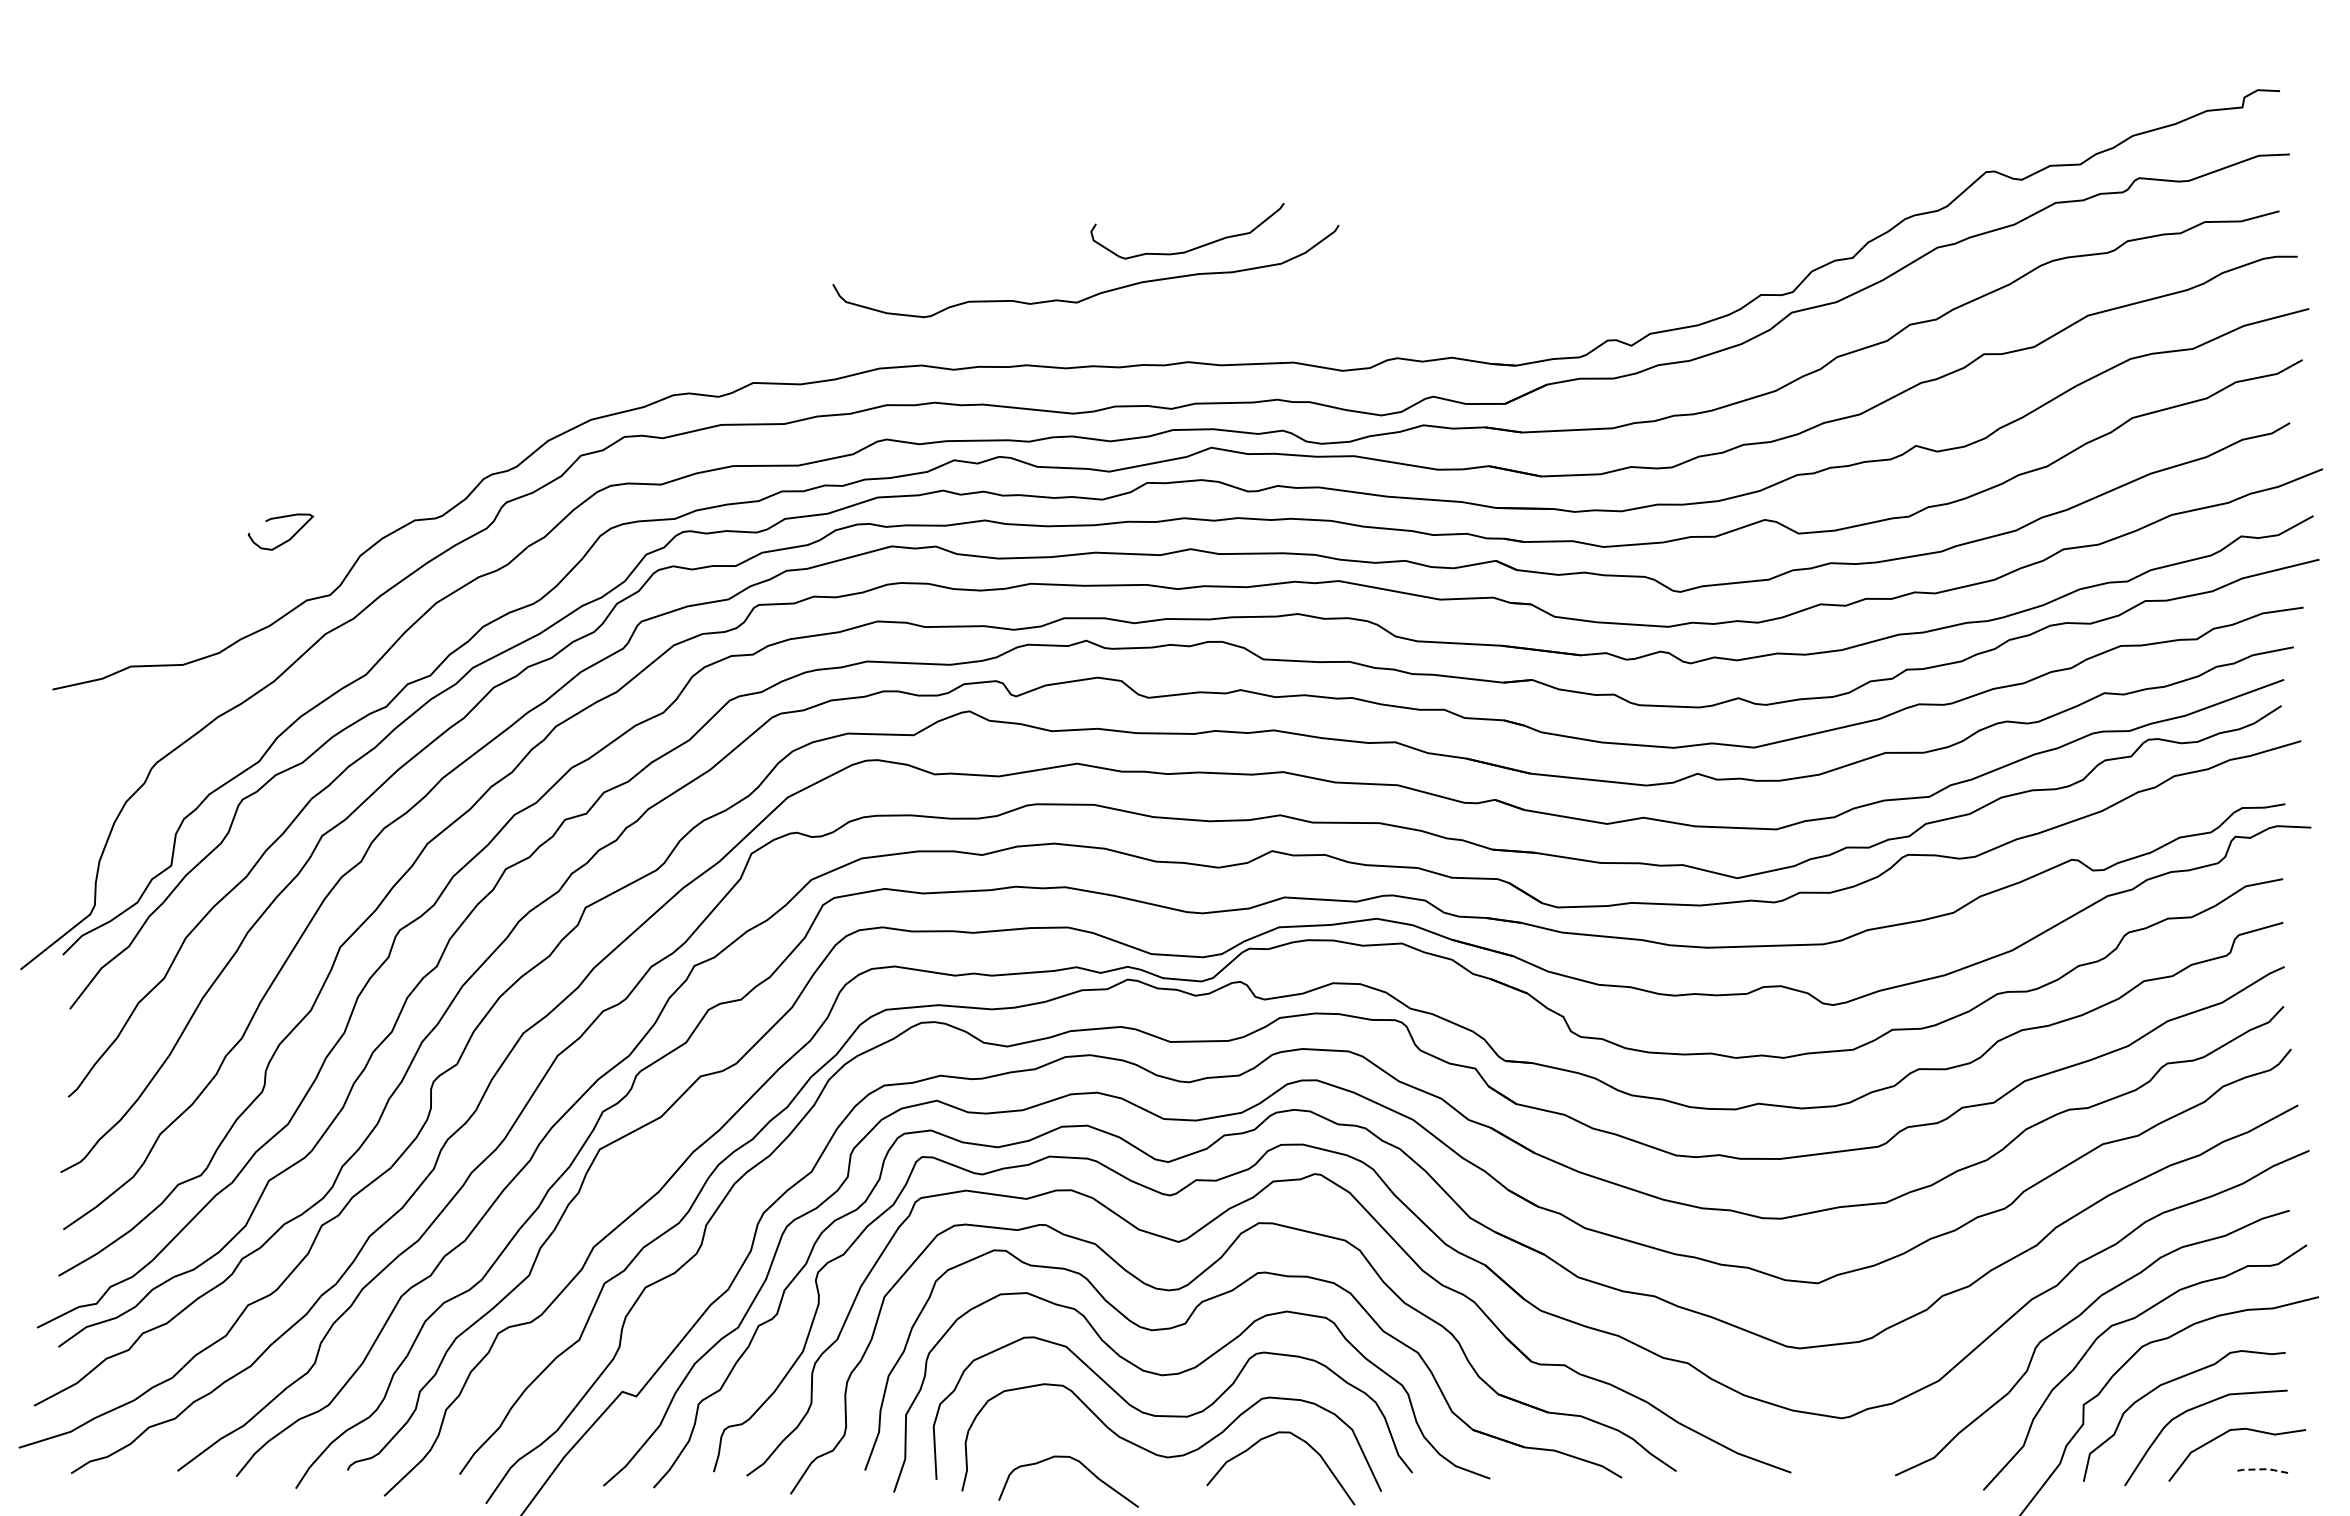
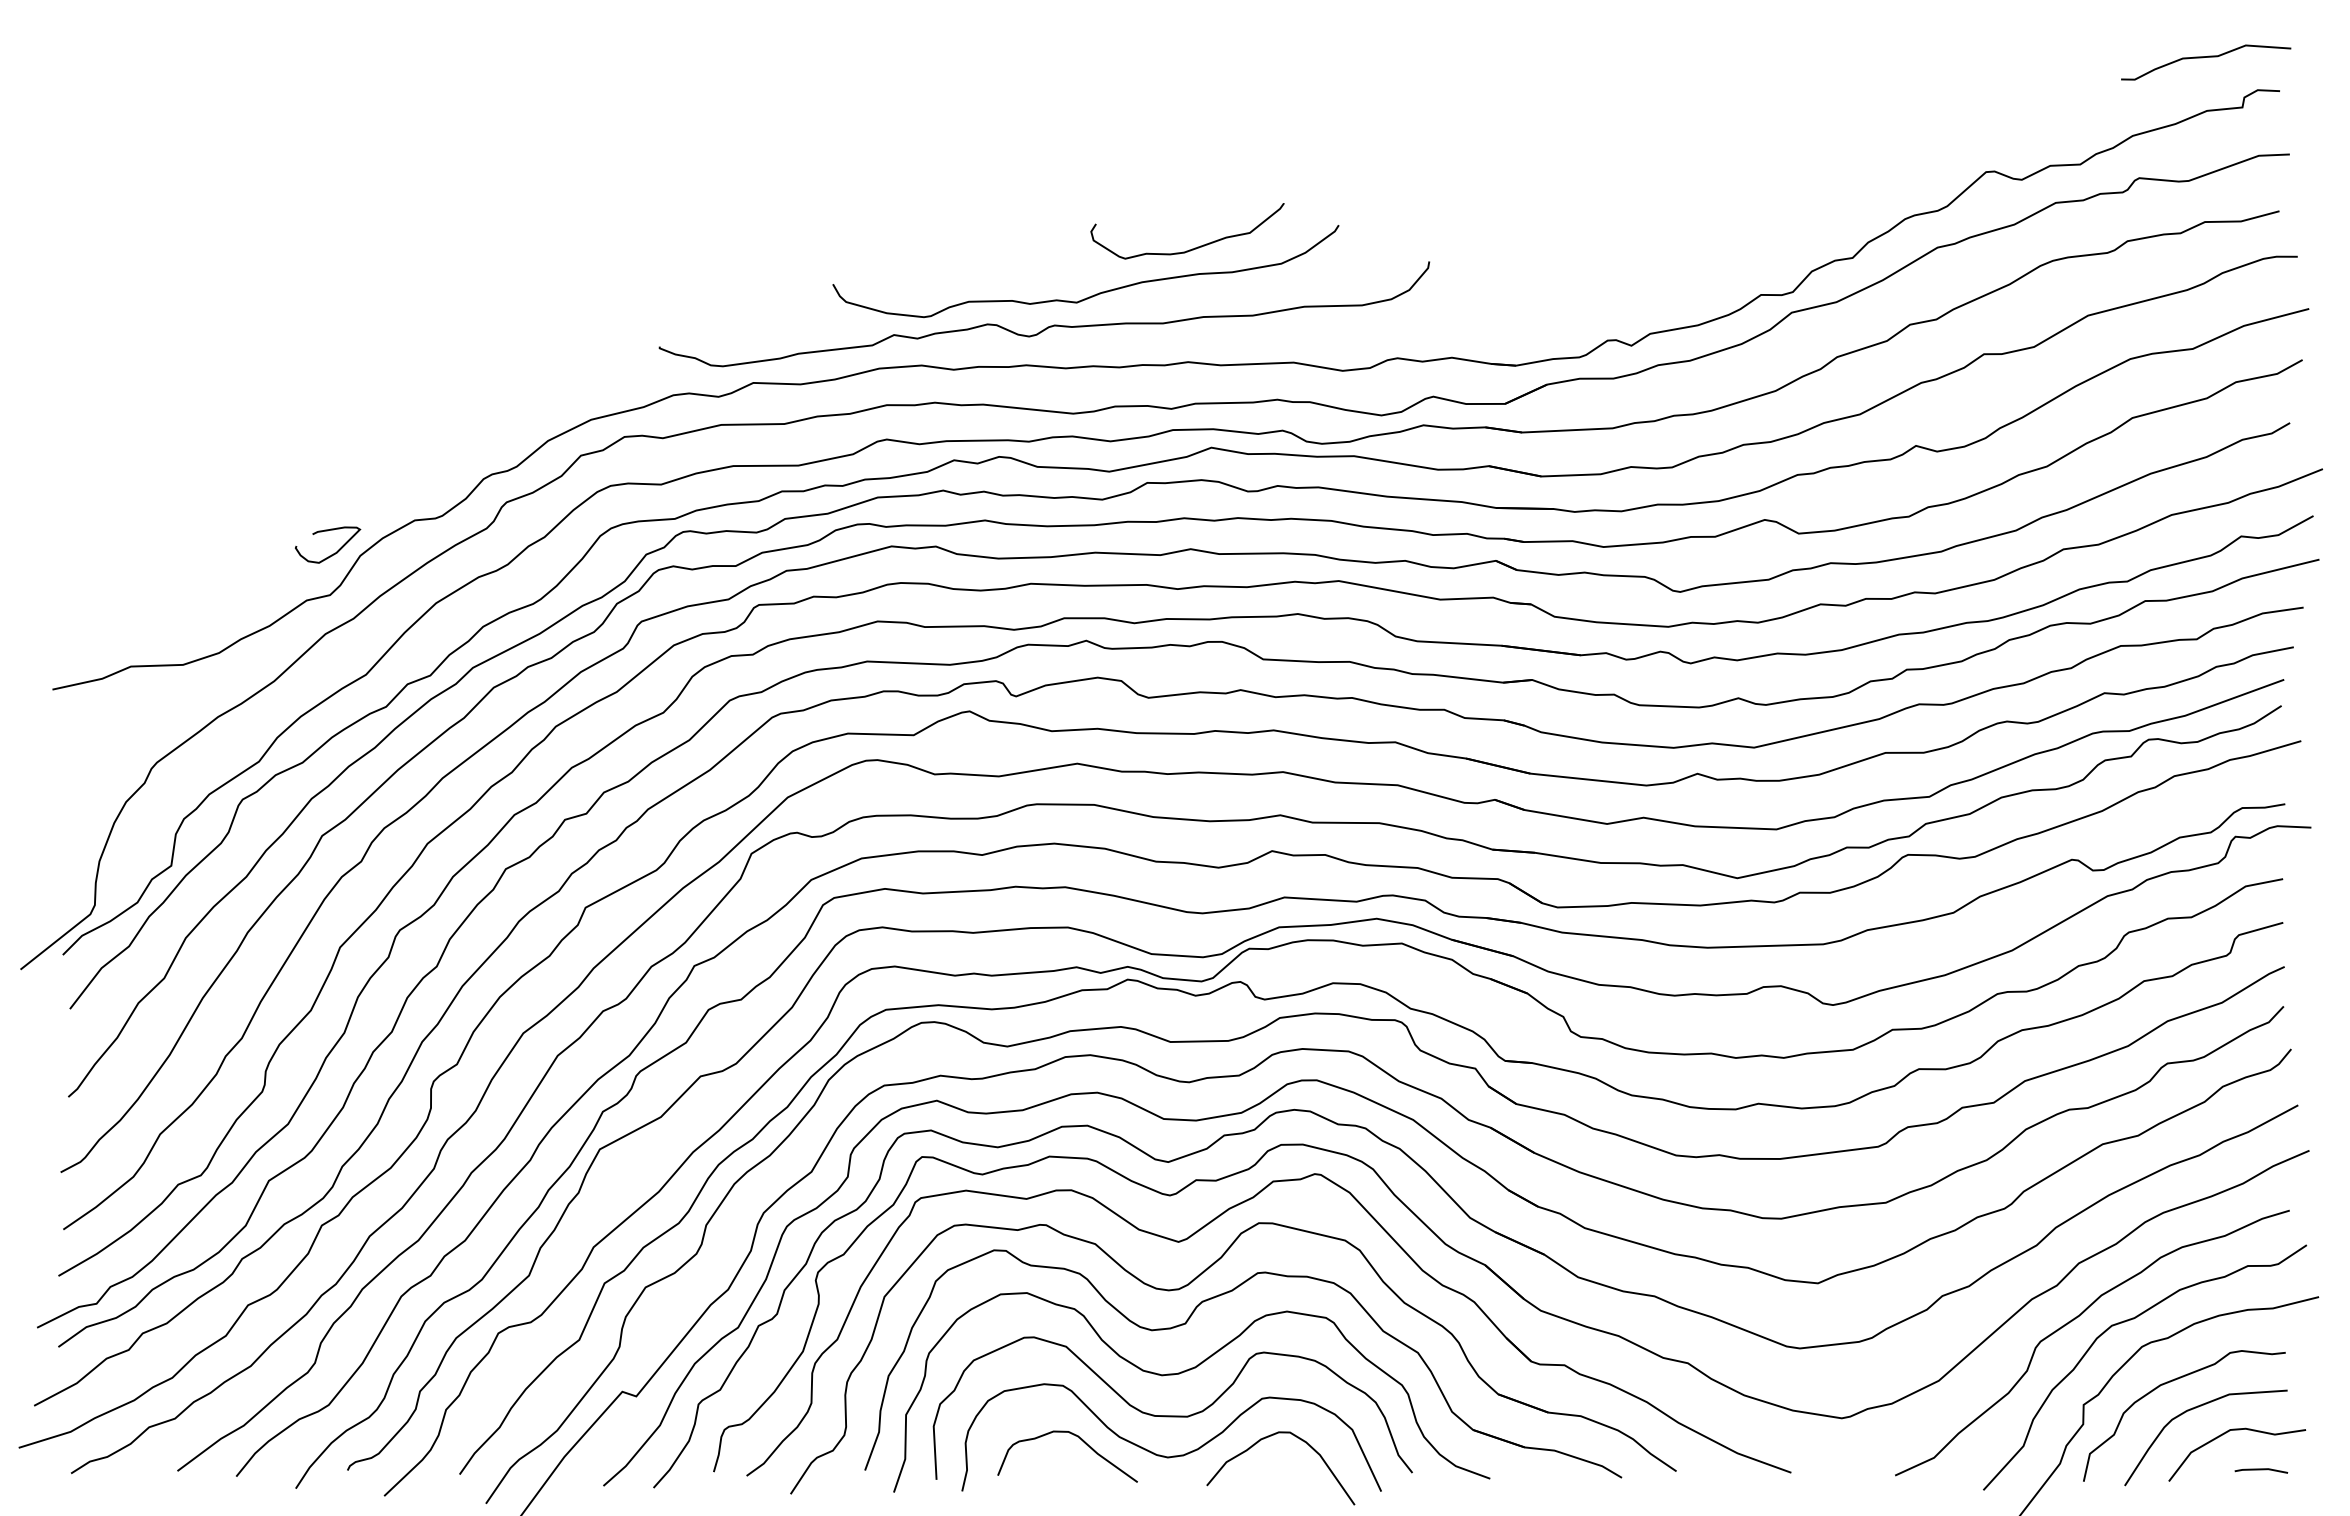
curve at (2206, 57): none -> present
curve at (1047, 326): none -> present
curve at (286, 540) position: (286, 540) -> (333, 553)
curve at (1083, 1466) position: (1083, 1466) -> (1082, 1441)
line at (2261, 1469): dashed -> solid
